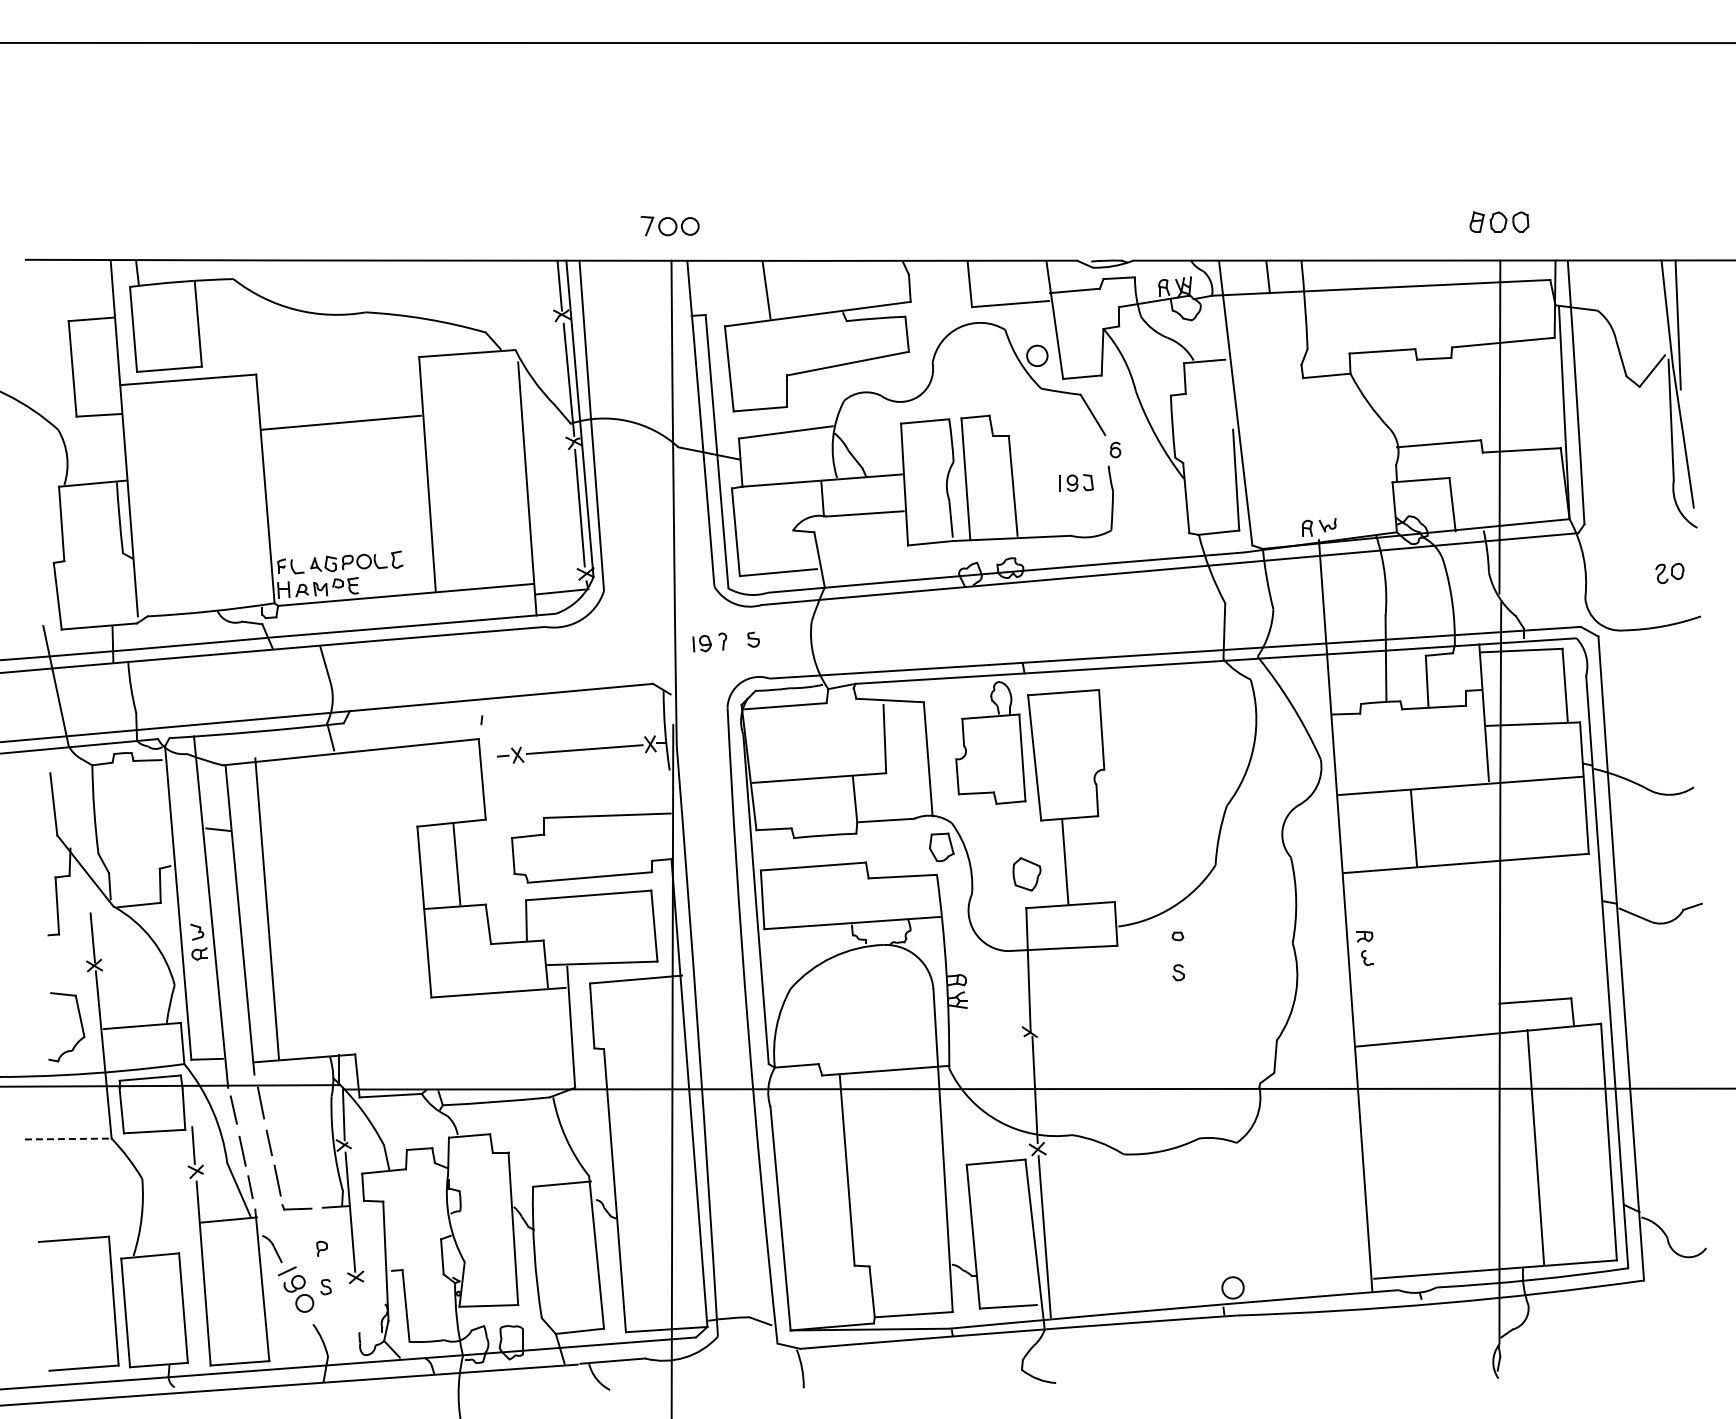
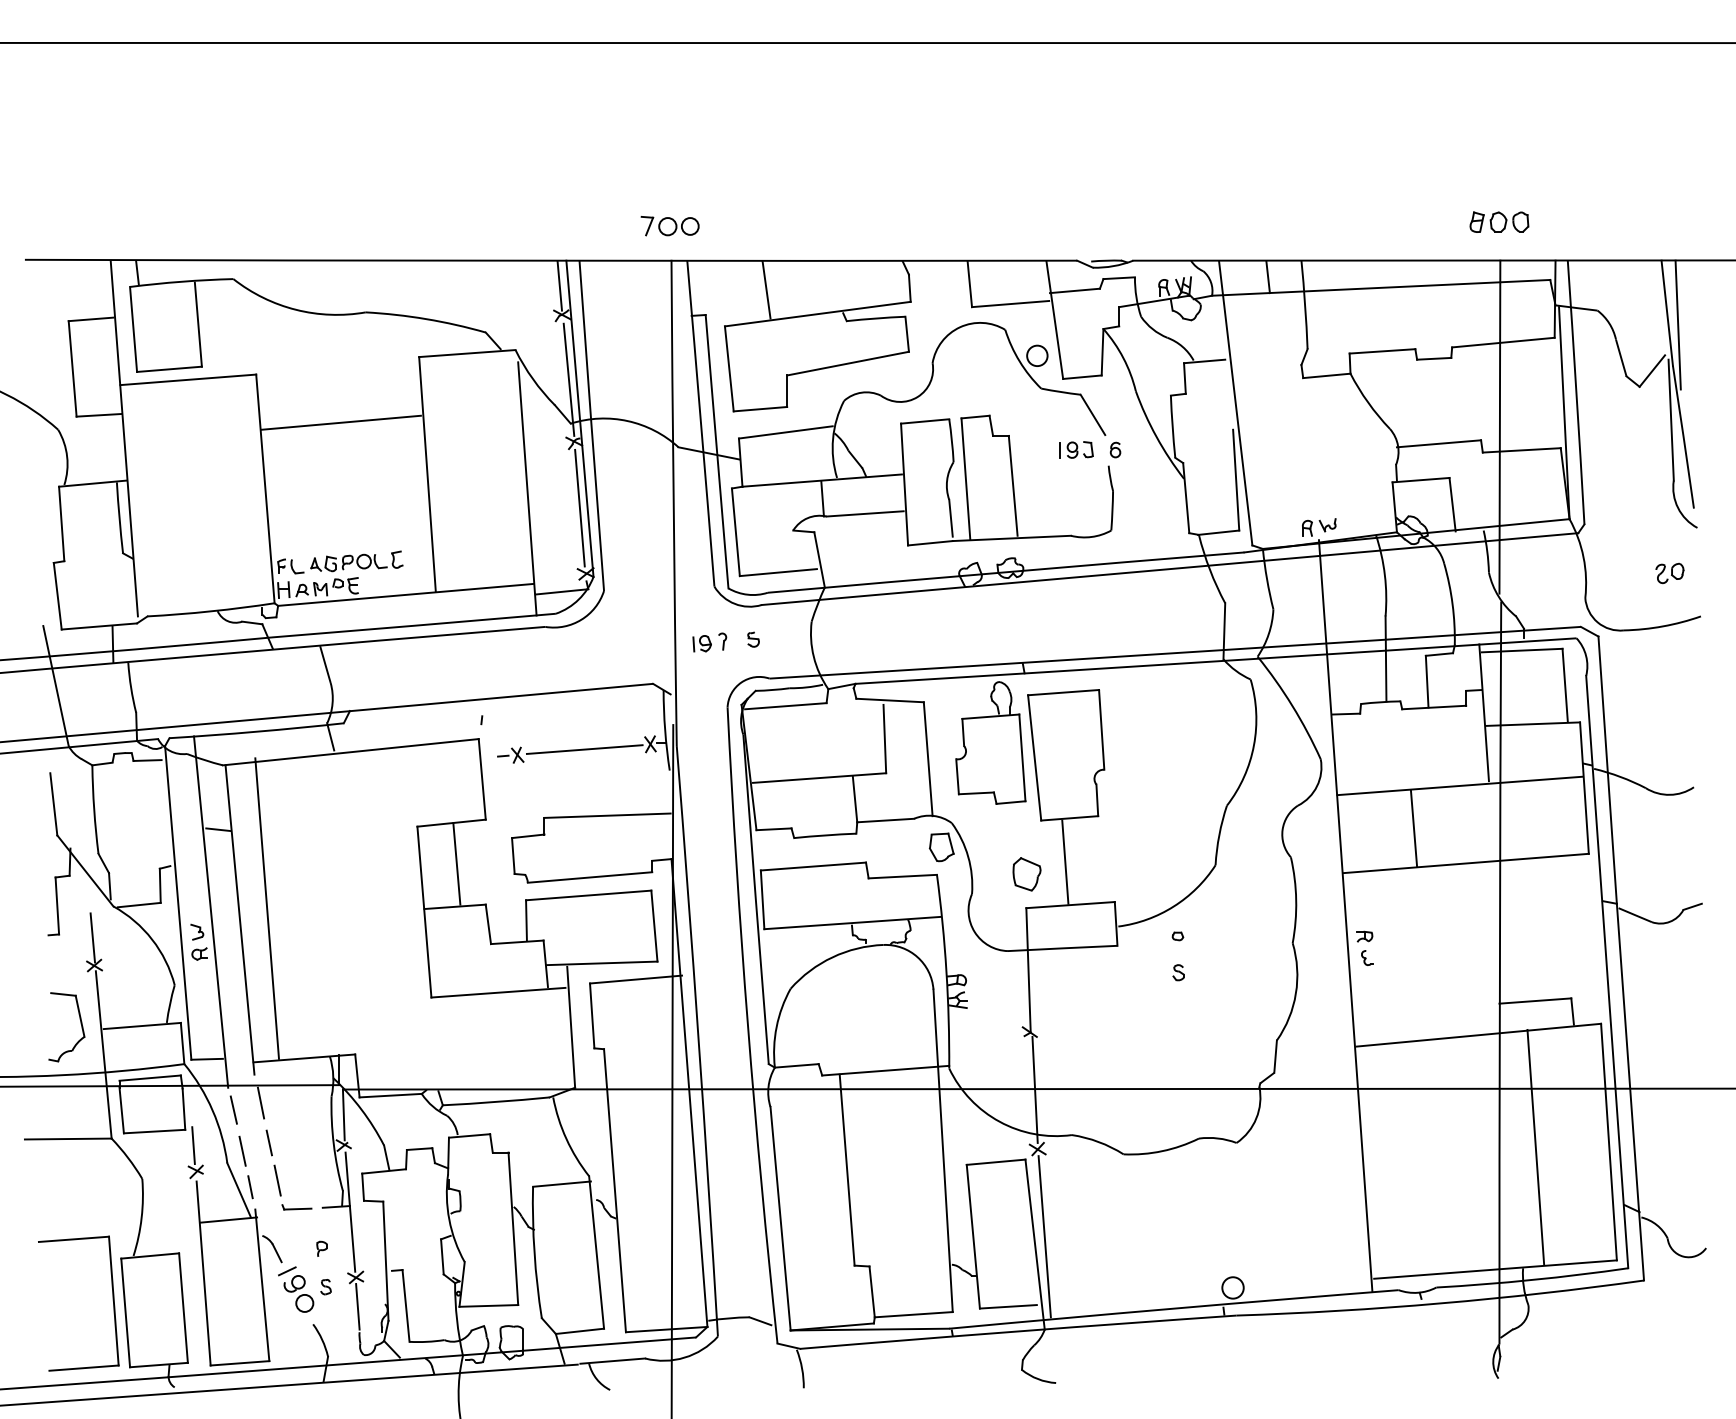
part at (1076, 482) position: (1076, 482) -> (1076, 449)
line at (68, 1139): dashed -> solid
line at (357, 1306): none -> present
